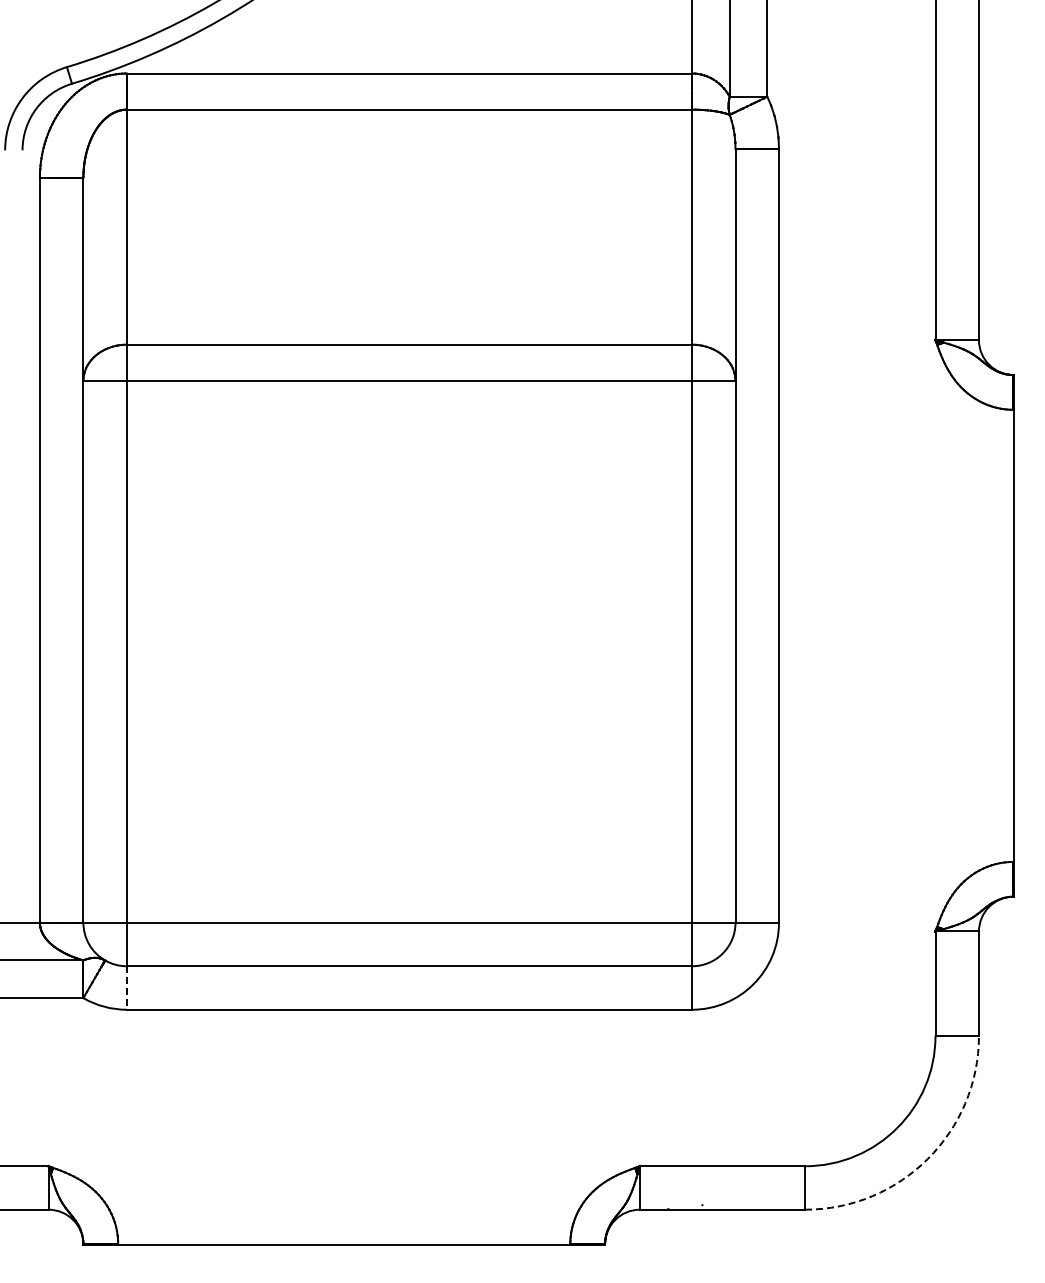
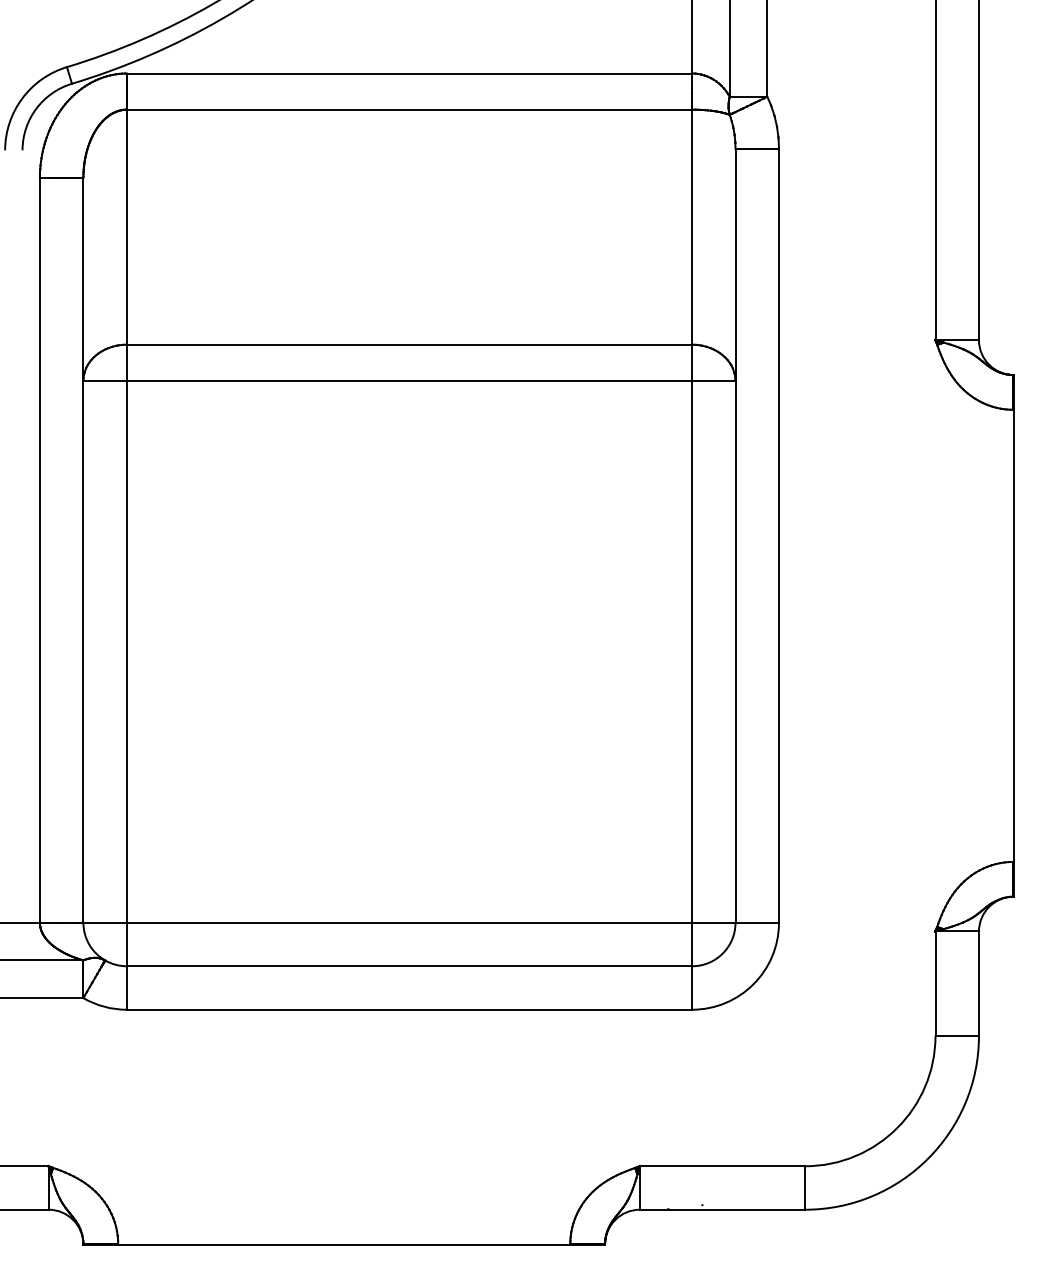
line at (126, 988): dashed -> solid
arc at (928, 1158): dashed -> solid
